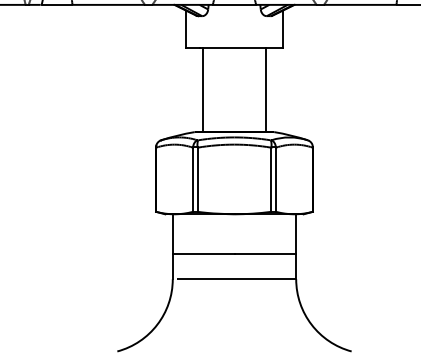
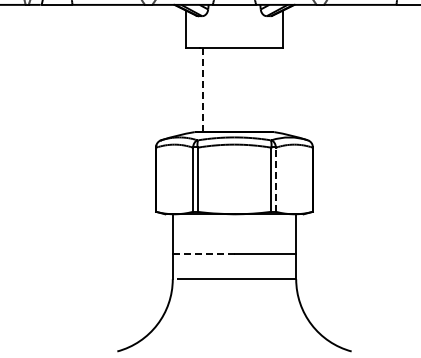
line at (266, 89): present -> none
line at (202, 90): solid -> dashed
line at (275, 179): solid -> dashed
line at (203, 253): solid -> dashed
